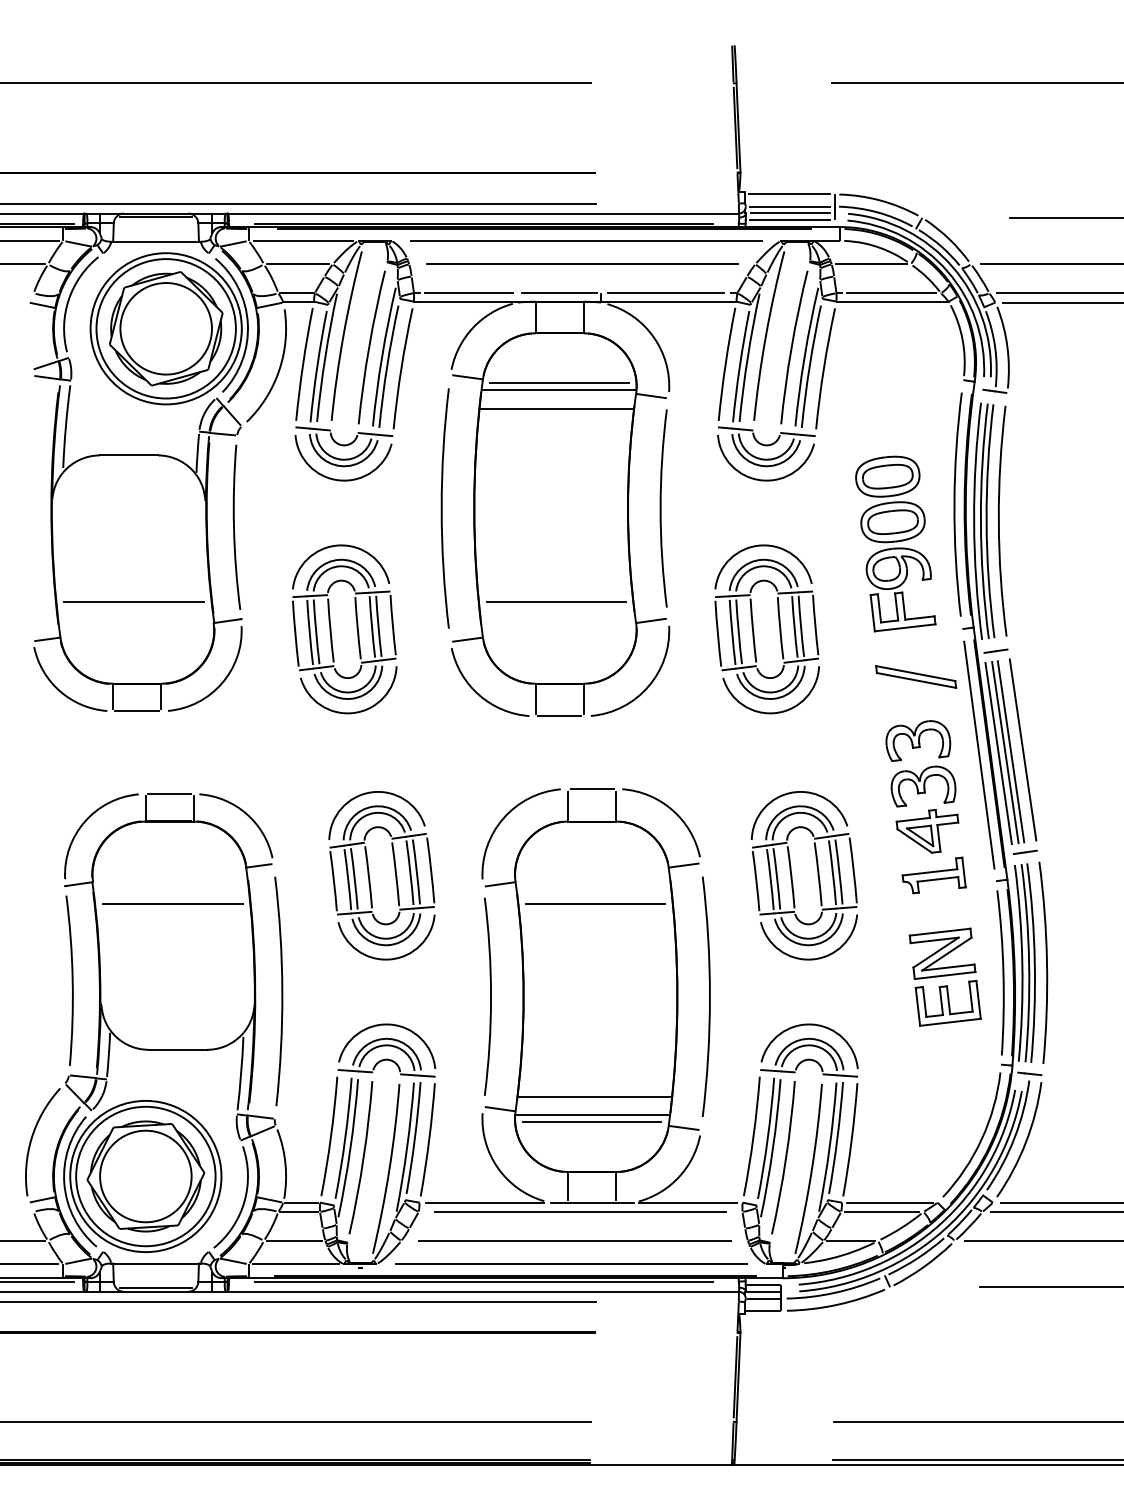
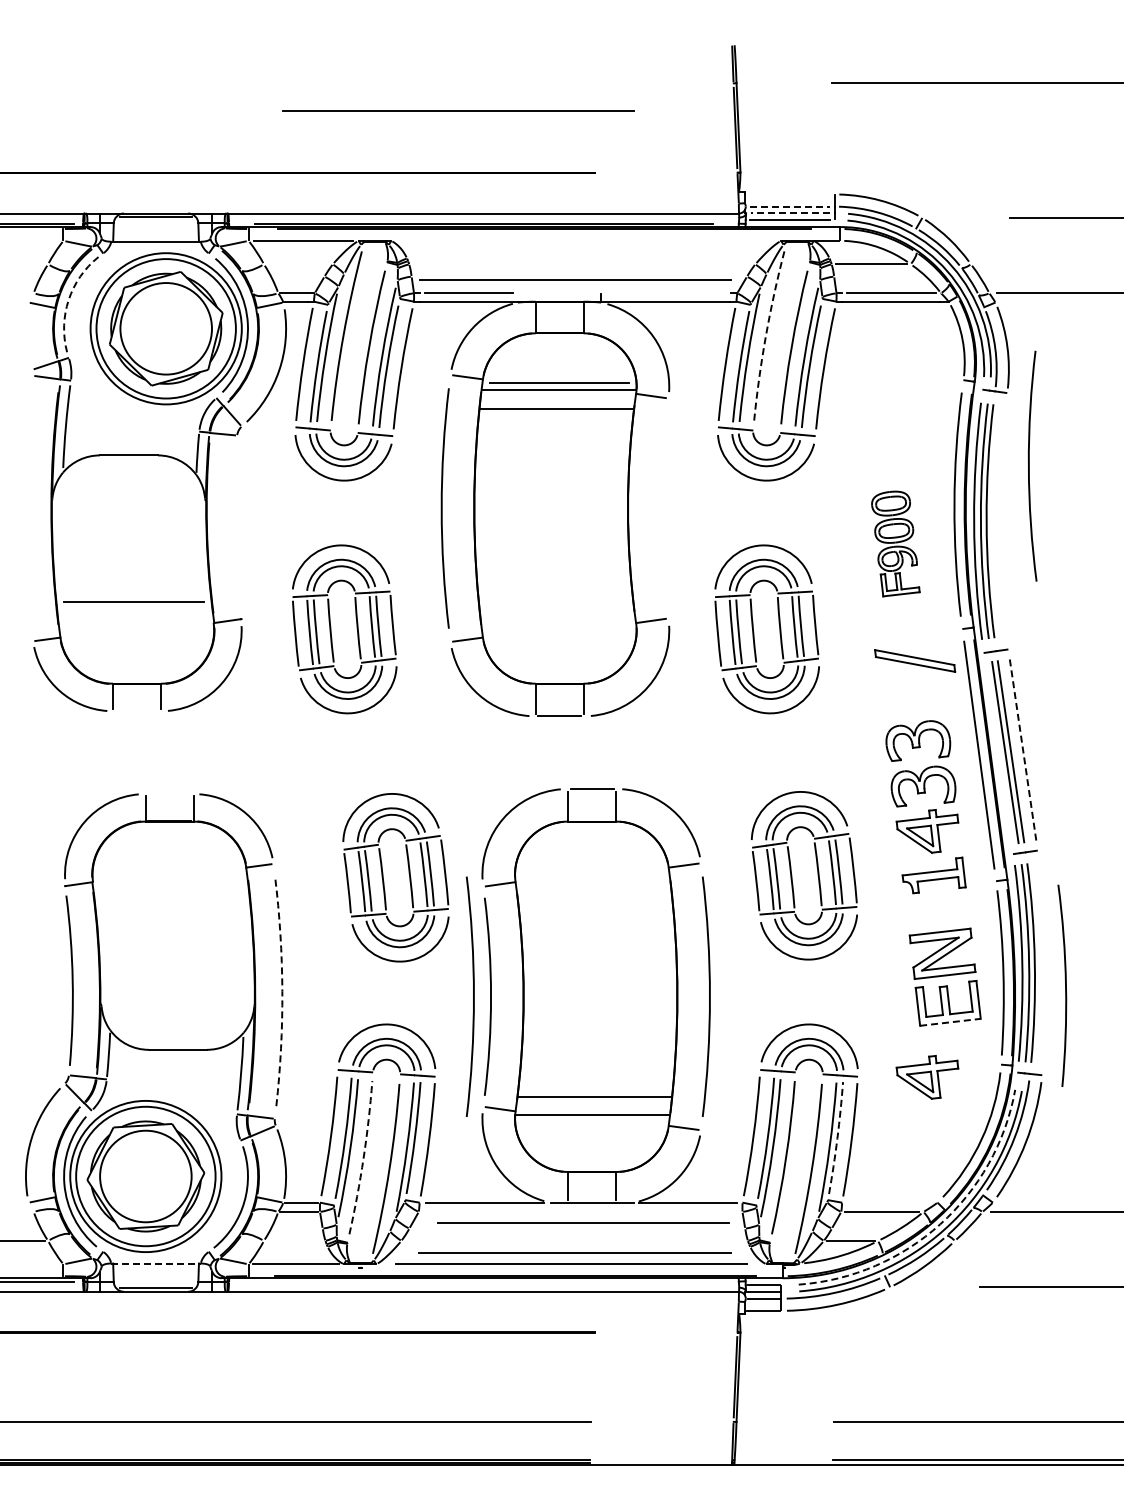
line at (296, 83): present -> none
line at (789, 194): present -> none
line at (298, 203): present -> none
line at (790, 206): solid -> dashed
line at (790, 213): solid -> dashed
line at (30, 240): present -> none
line at (586, 240) position: (586, 240) -> (458, 110)
line at (582, 263) position: (582, 263) -> (575, 279)
line at (23, 264): present -> none
line at (298, 264): present -> none
line at (1050, 264): present -> none
line at (559, 293): present -> none
line at (665, 293): present -> none
arc at (68, 300): solid -> dashed
line at (1061, 302): present -> none
arc at (766, 335): solid -> dashed
arc at (661, 508): present -> none
arc at (999, 520) position: (999, 520) -> (1029, 465)
arc at (234, 526): present -> none
part at (895, 543) size: 82x178 px -> 50x108 px
line at (555, 601): present -> none
part at (916, 676) position: (916, 676) -> (915, 660)
line at (136, 711): present -> none
line at (1023, 749): solid -> dashed
line at (998, 753): present -> none
line at (169, 794): present -> none
part at (370, 879) position: (370, 879) -> (384, 881)
line at (172, 903): present -> none
line at (595, 903): present -> none
arc at (1046, 962) position: (1046, 962) -> (1065, 985)
arc at (282, 991): solid -> dashed
arc at (473, 996): none -> present
line at (950, 1022): solid -> dashed
part at (927, 1077): none -> present
line at (591, 1122): present -> none
arc at (837, 1138): solid -> dashed
arc at (363, 1158): solid -> dashed
line at (889, 1202): present -> none
line at (1060, 1202): present -> none
line at (580, 1211) position: (580, 1211) -> (583, 1222)
arc at (940, 1224): solid -> dashed
line at (294, 1240): present -> none
line at (574, 1240) position: (574, 1240) -> (574, 1252)
line at (1042, 1240): present -> none
line at (156, 1263): solid -> dashed
line at (29, 1264): present -> none
line at (483, 1281): present -> none
line at (298, 1301): present -> none
